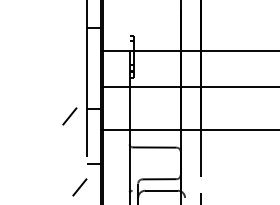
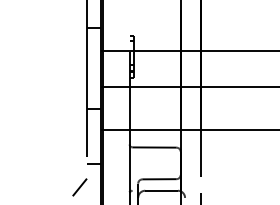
line at (69, 116): present -> none
